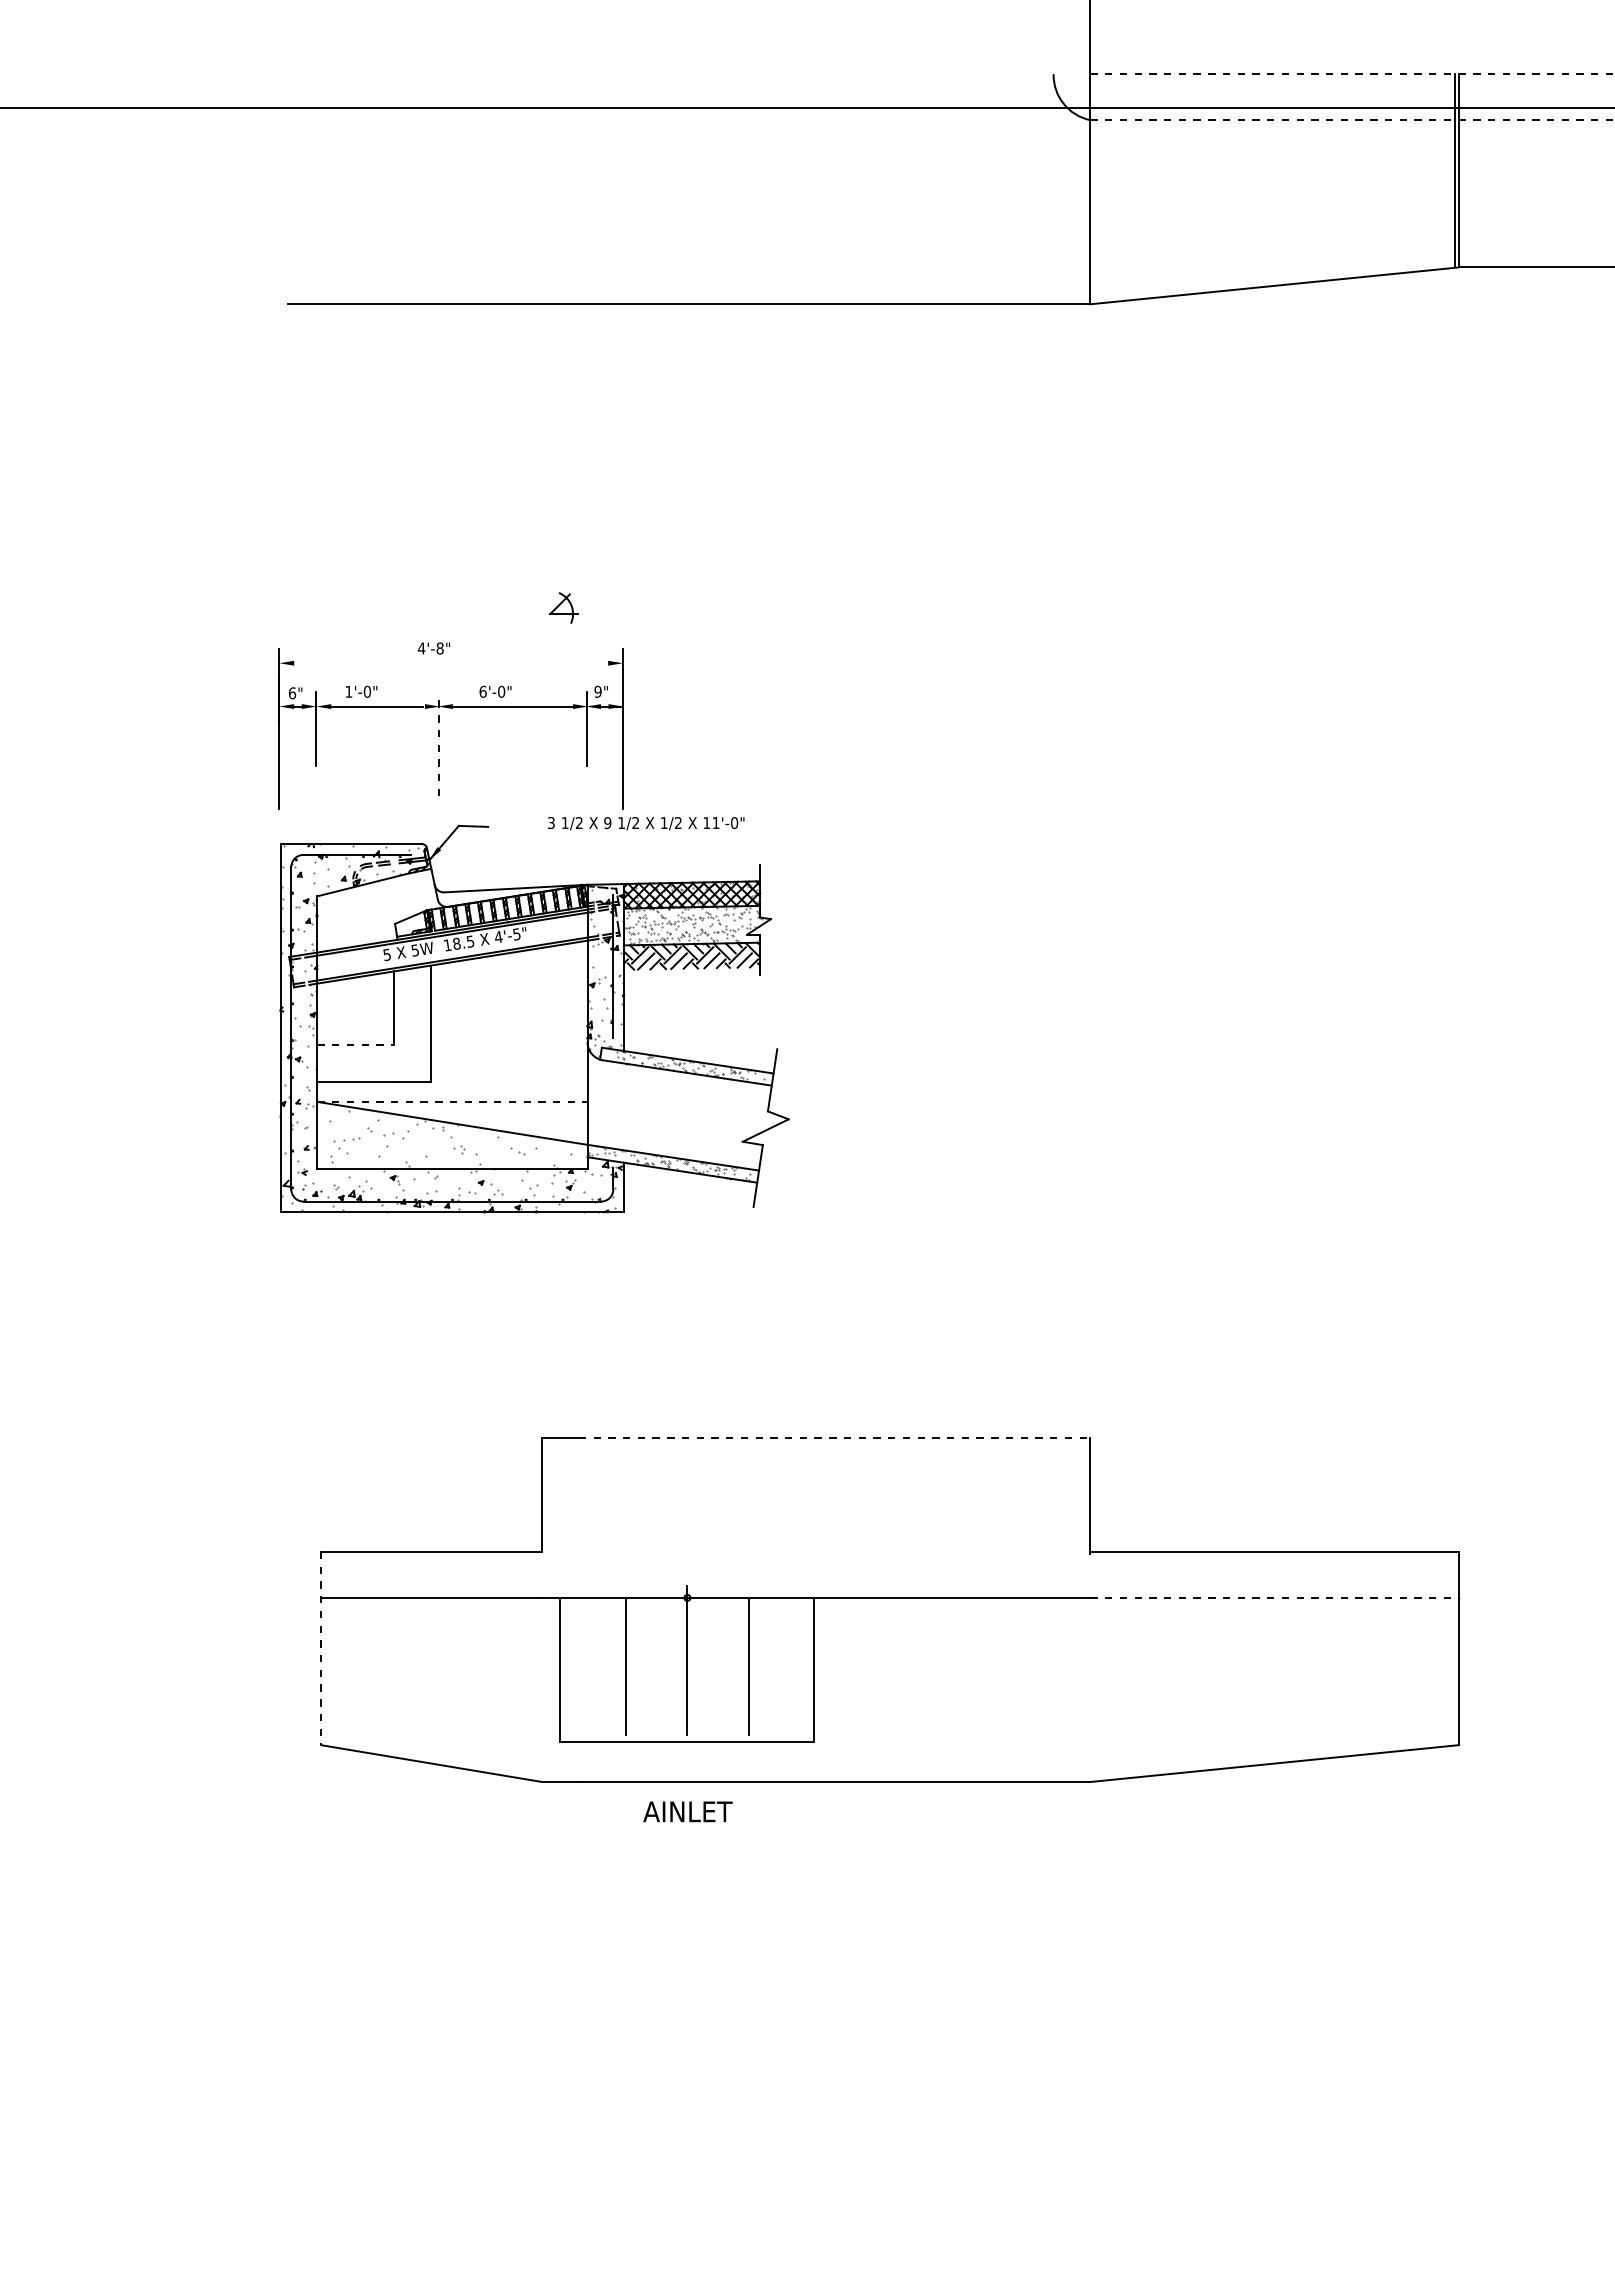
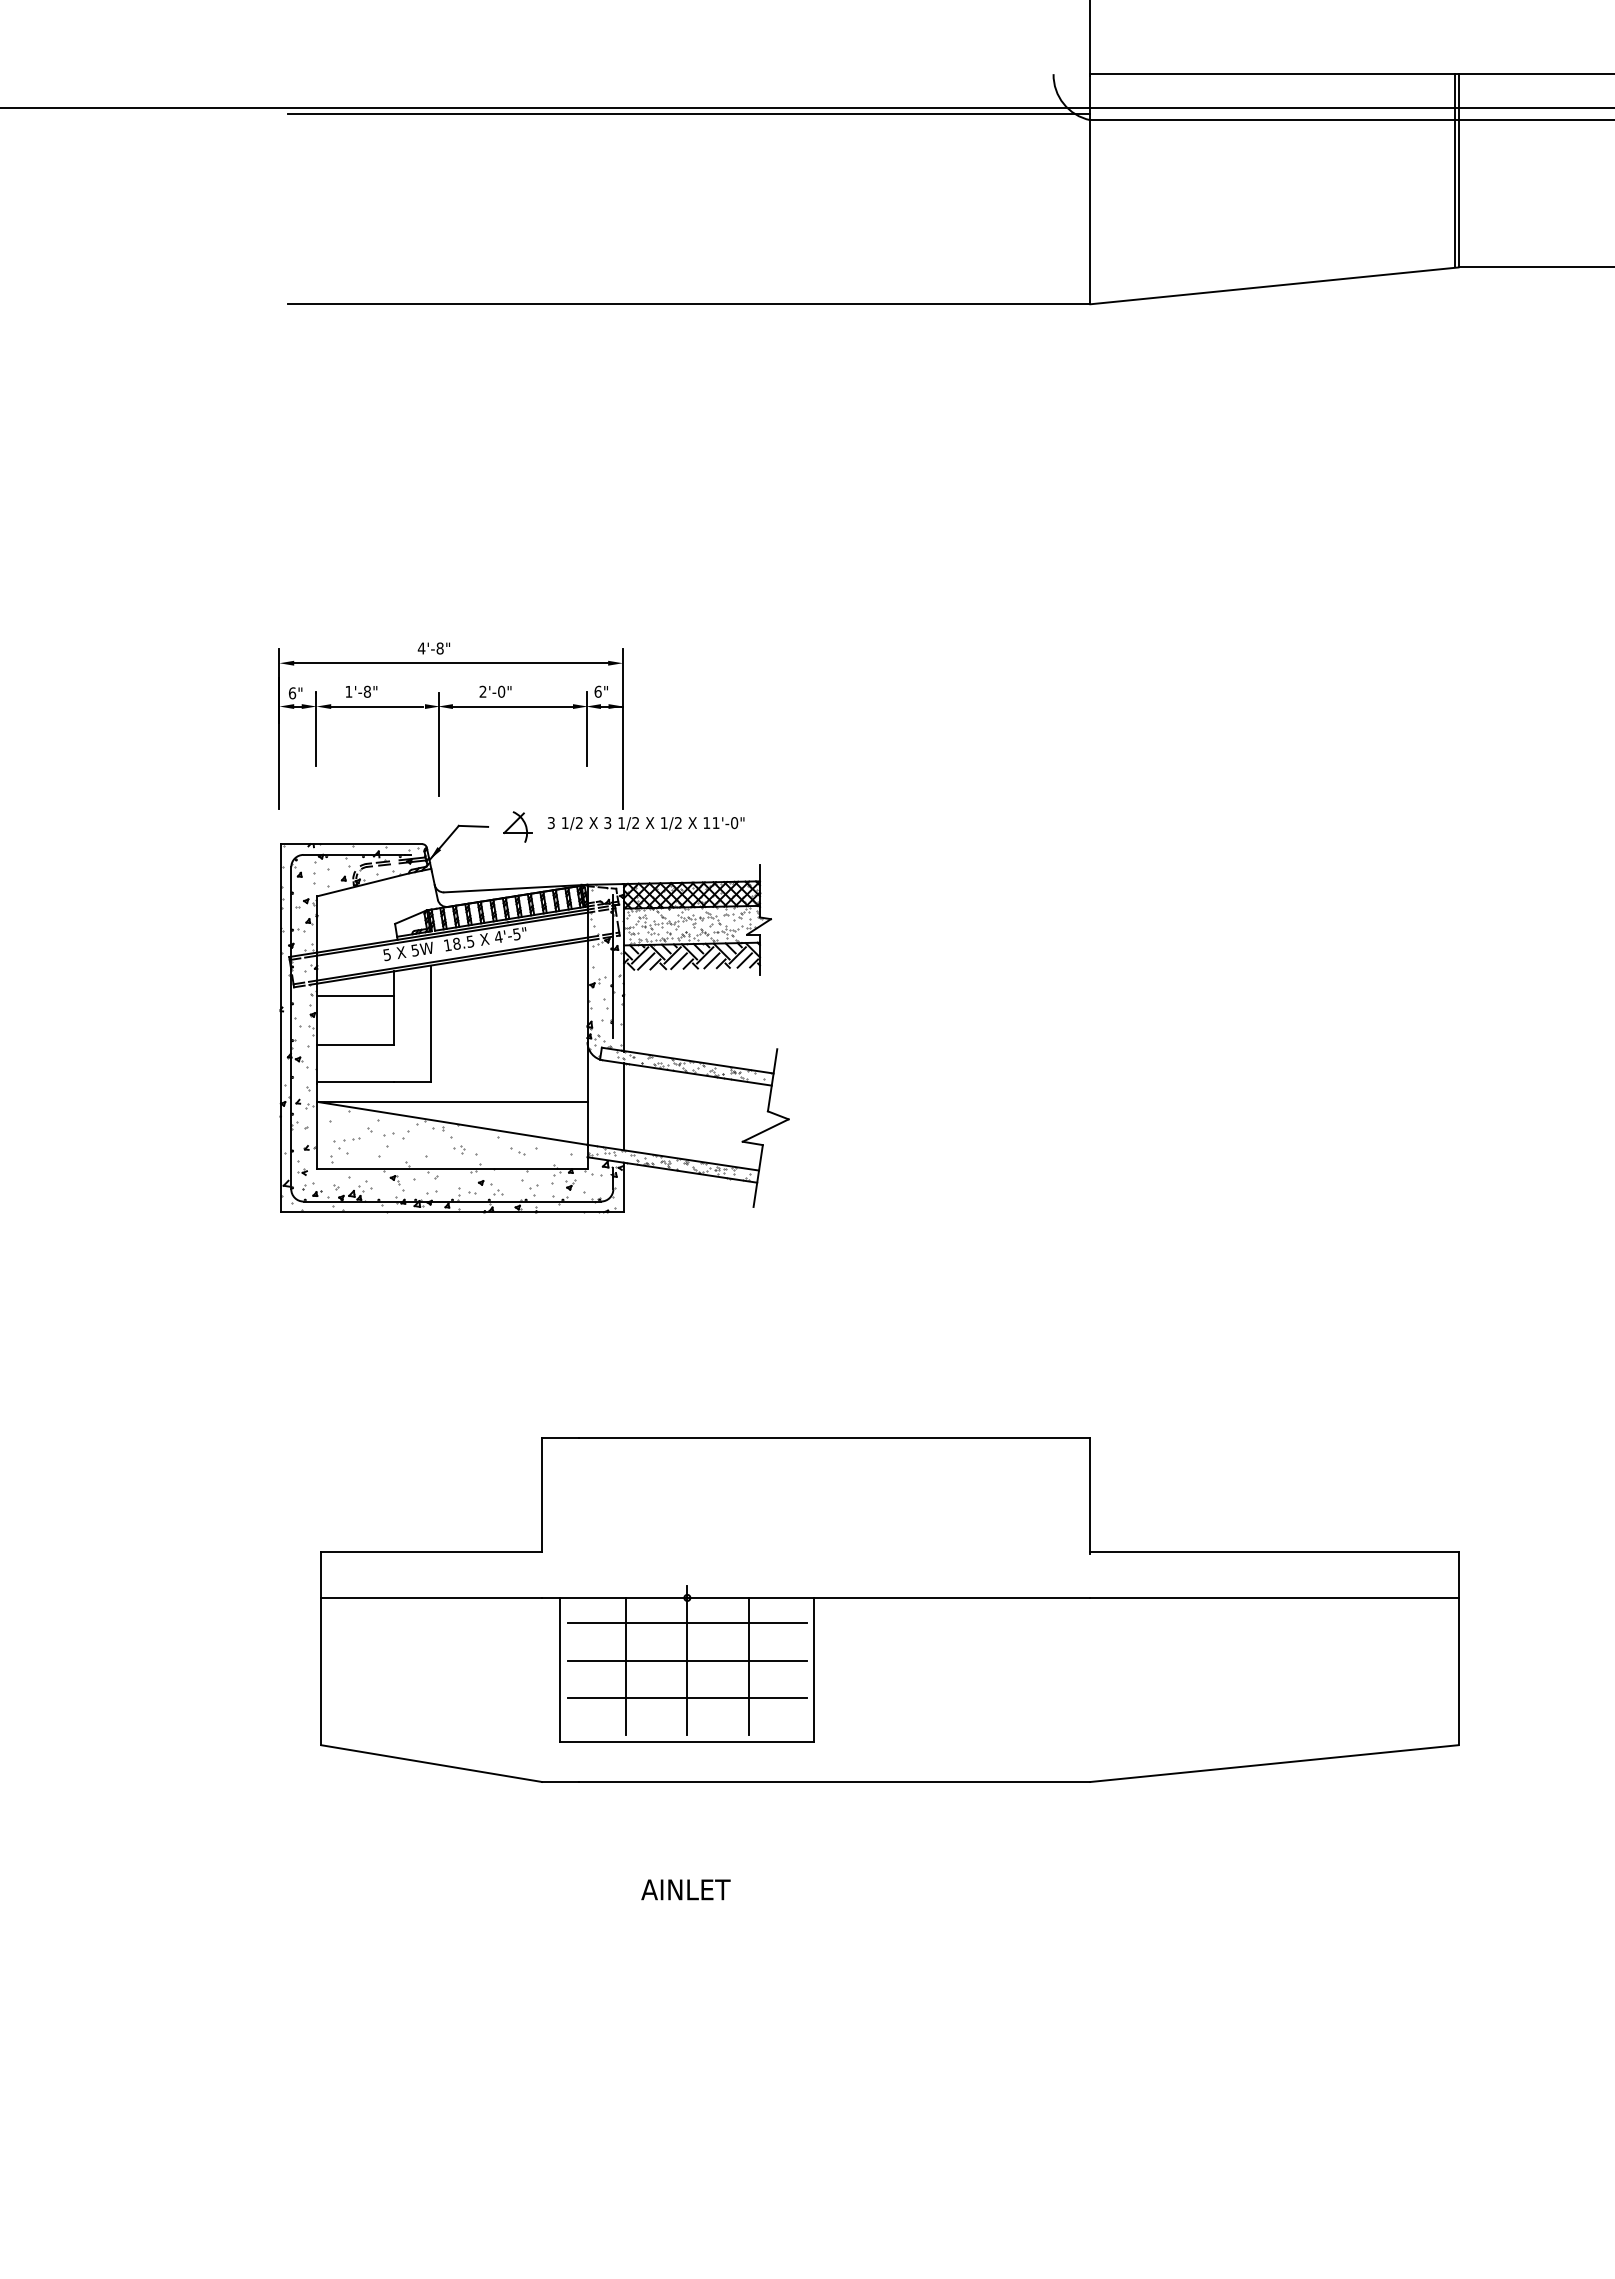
line at (1353, 74): dashed -> solid
line at (689, 114): none -> present
line at (1353, 120): dashed -> solid
part at (563, 607) position: (563, 607) -> (517, 826)
line at (451, 663): none -> present
text at (367, 691): 1'-0" -> 1'-8"
text at (482, 691): 6'-0" -> 2'-0"
text at (597, 691): 9" -> 6"
line at (439, 744): dashed -> solid
text at (607, 822): 9 -> 3
line at (355, 996): none -> present
line at (356, 1045): dashed -> solid
line at (452, 1101): dashed -> solid
line at (624, 1106): none -> present
line at (834, 1438): dashed -> solid
line at (1274, 1597): dashed -> solid
line at (686, 1622): none -> present
line at (321, 1648): dashed -> solid
line at (686, 1660): none -> present
line at (686, 1698): none -> present
text at (687, 1811) position: (687, 1811) -> (685, 1889)
